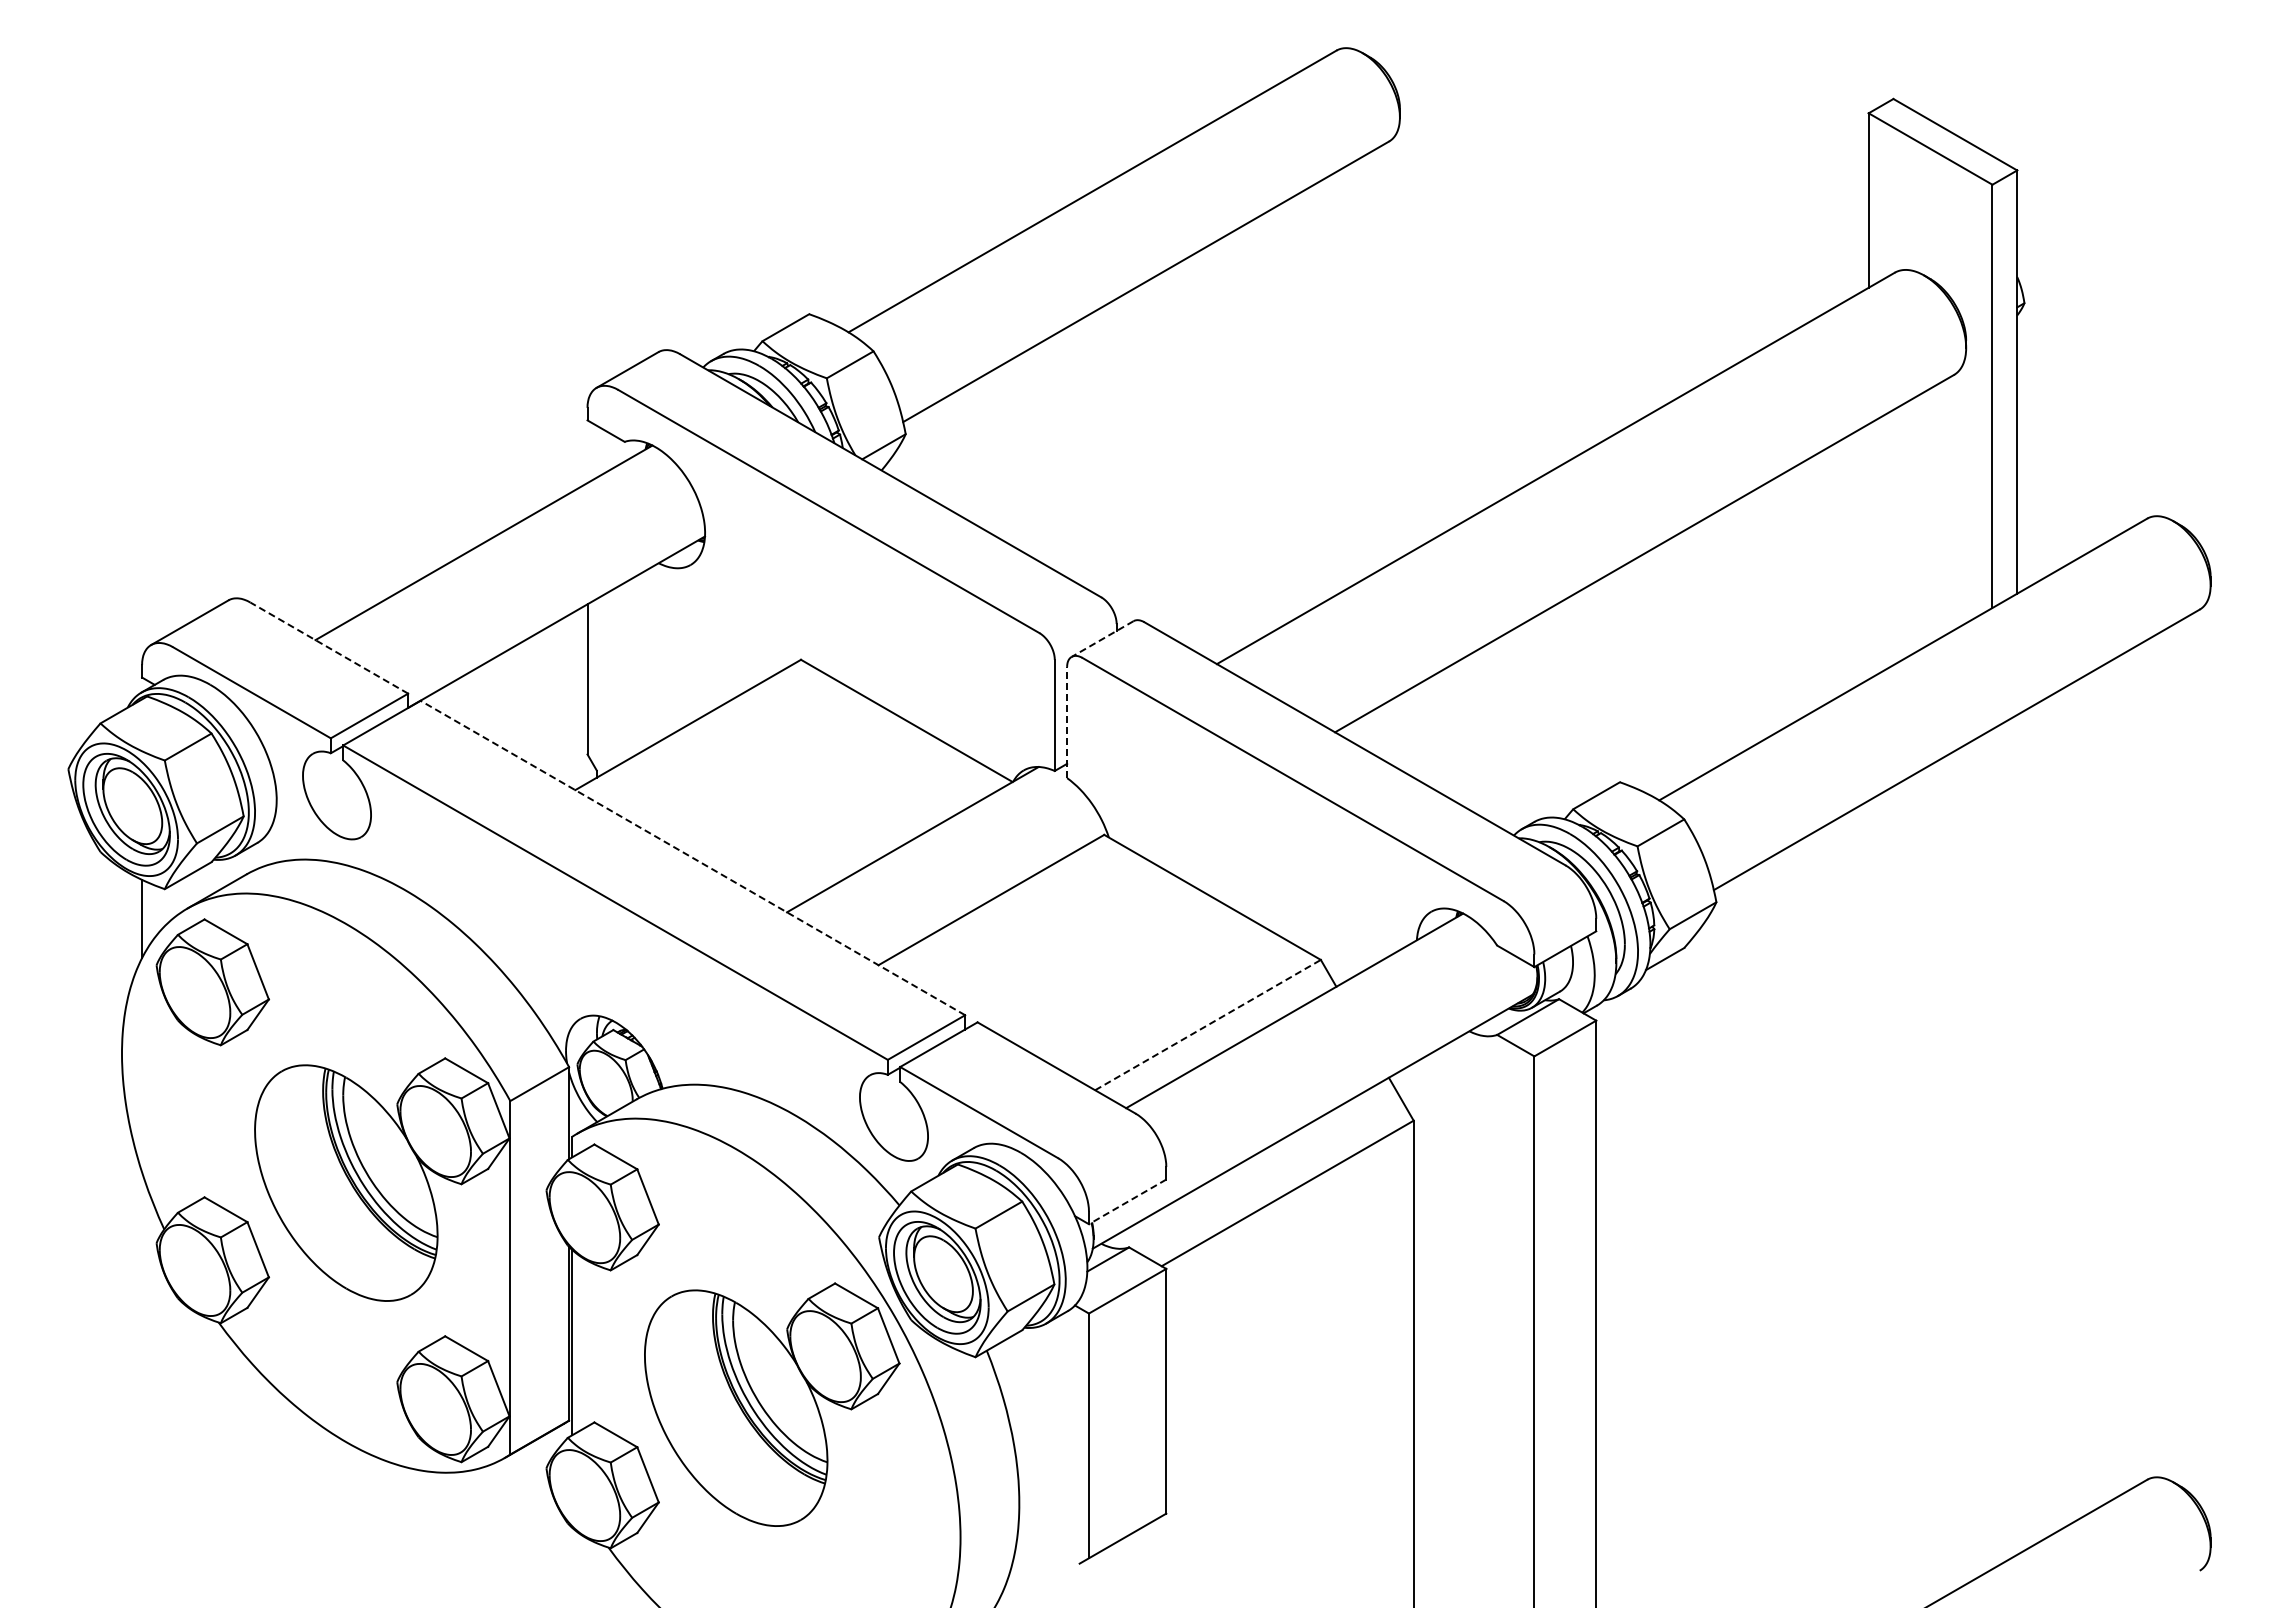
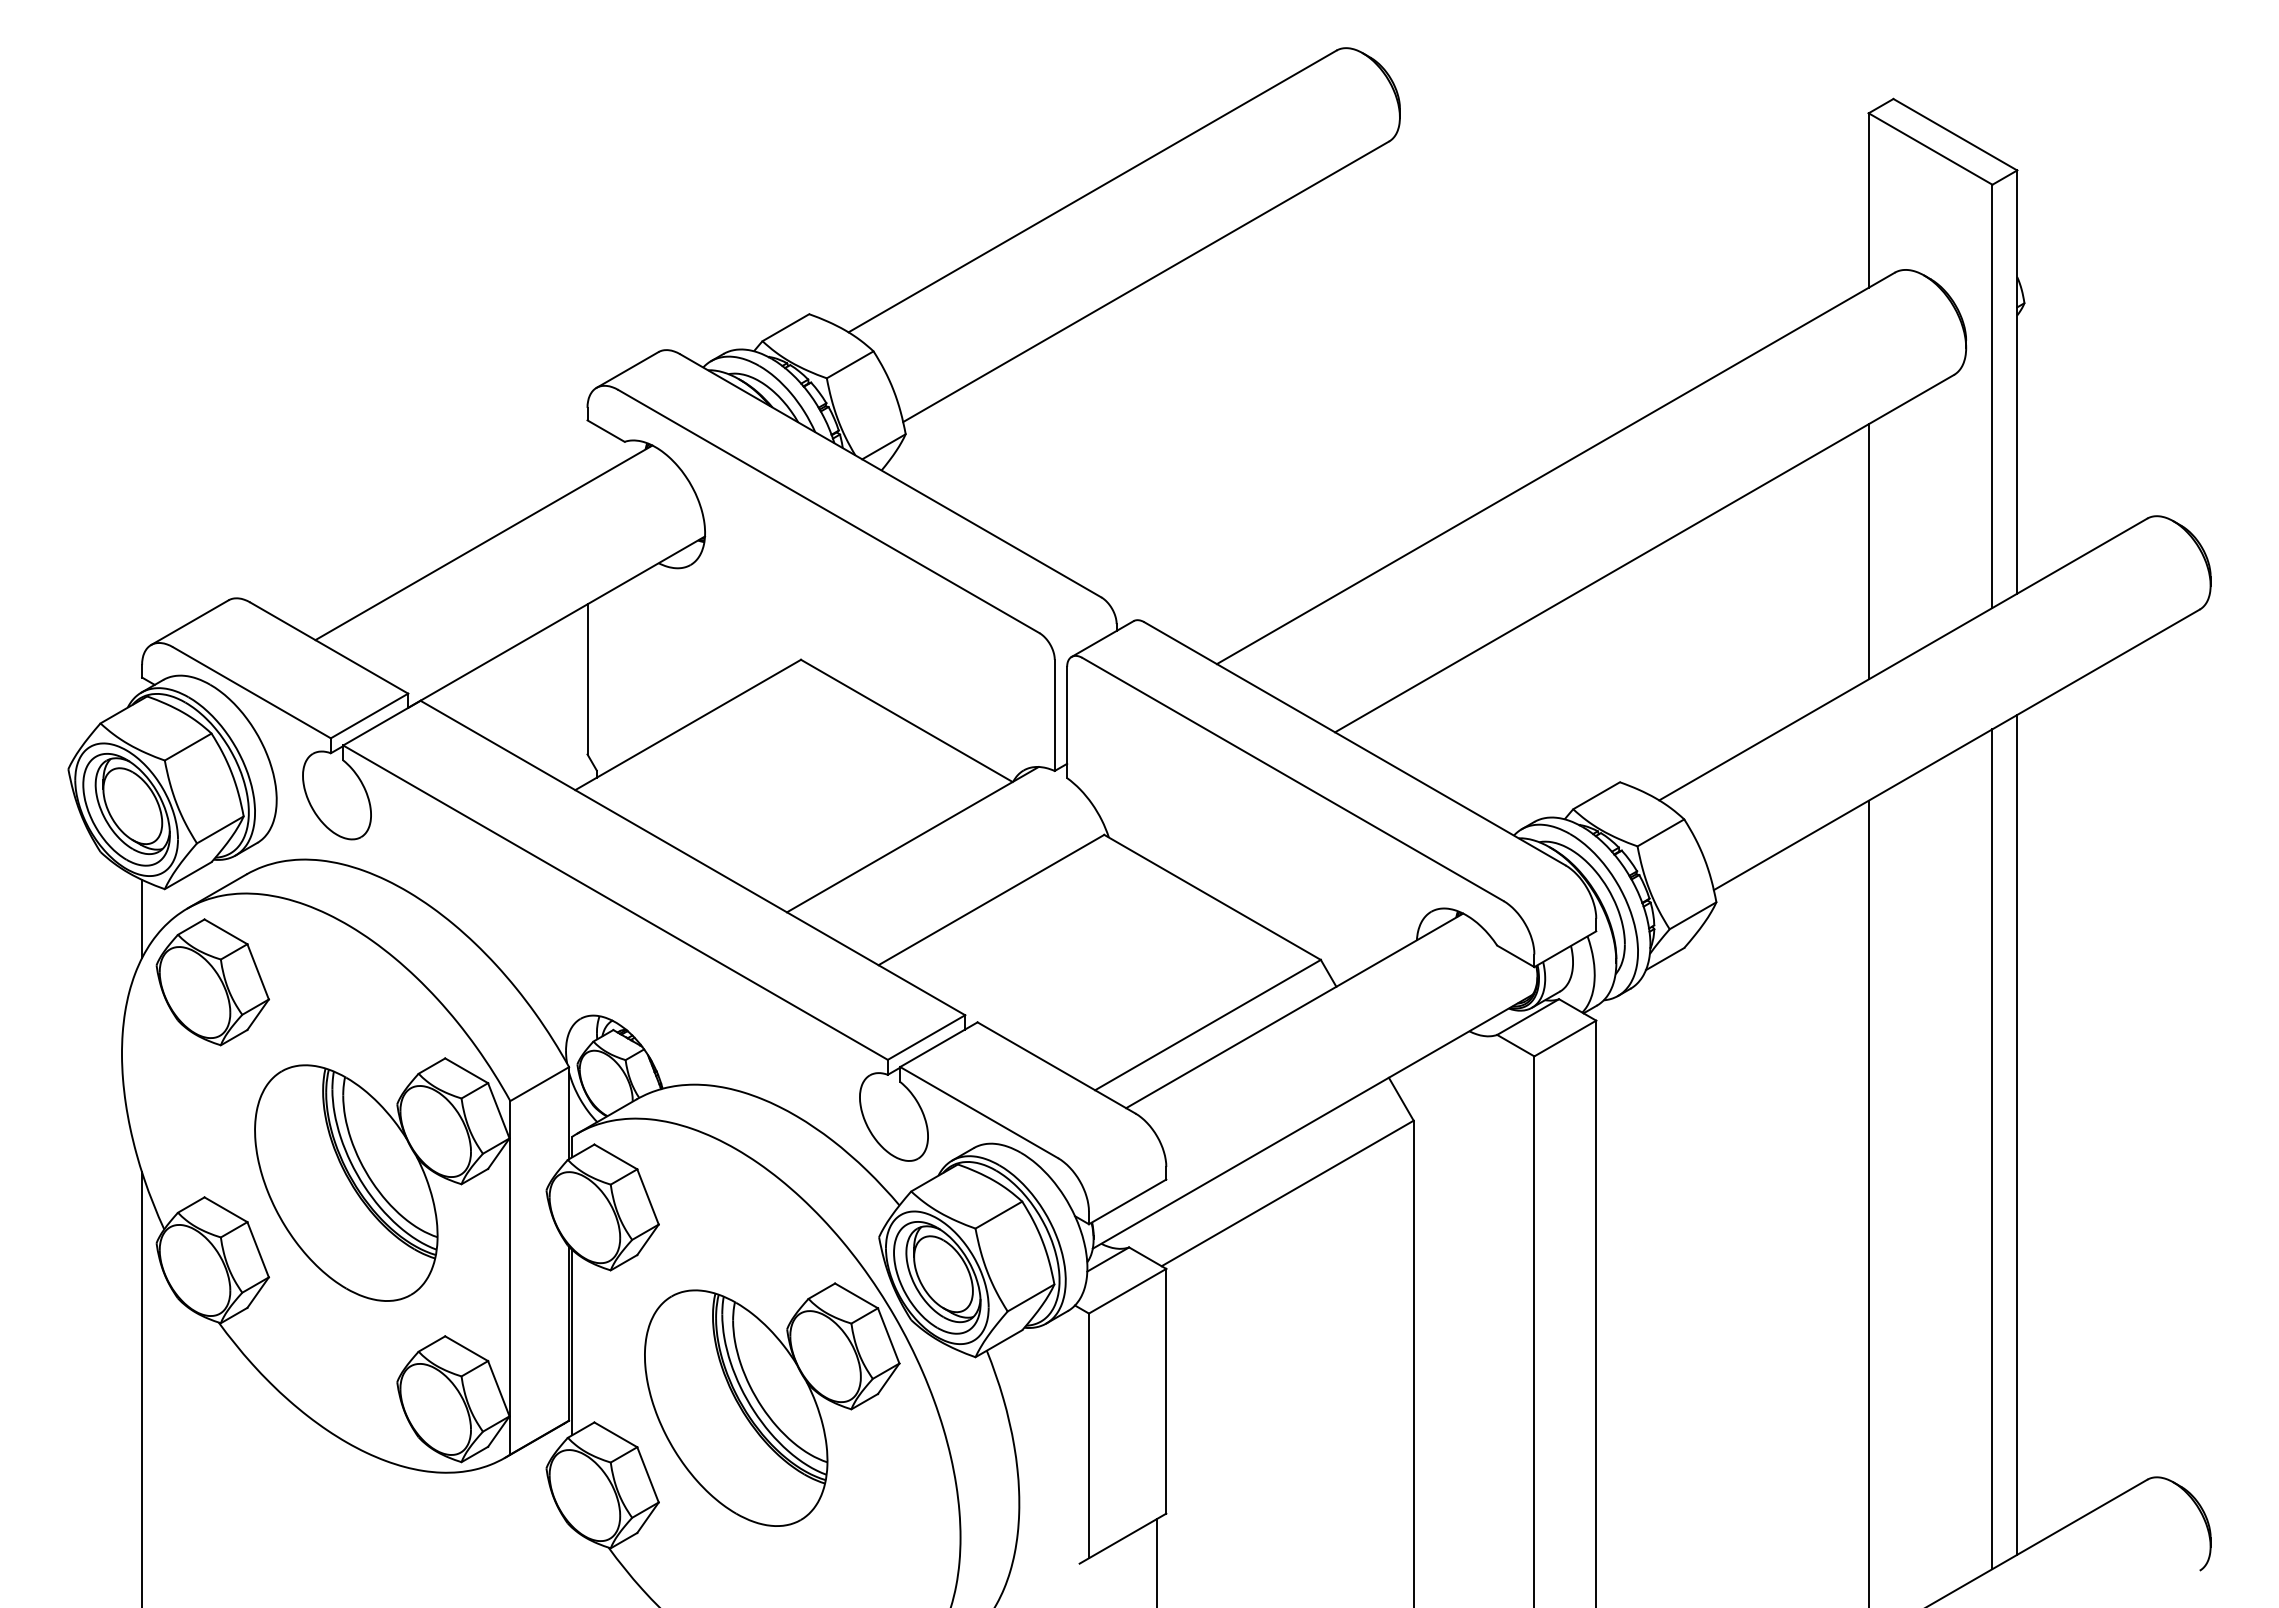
line at (1868, 551): none -> present
line at (1102, 639): dashed -> solid
line at (328, 647): dashed -> solid
line at (1067, 722): dashed -> solid
line at (692, 857): dashed -> solid
line at (1208, 1024): dashed -> solid
line at (2017, 1134): none -> present
line at (1992, 1149): none -> present
line at (1127, 1201): dashed -> solid
line at (1868, 1202): none -> present
line at (142, 1388): none -> present
line at (1157, 1561): none -> present
